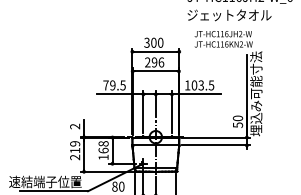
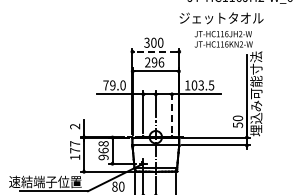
text at (229, 15) position: (229, 15) -> (221, 18)
line at (155, 51): solid -> dashed
text at (122, 85): 79.5 -> 79.0
line at (172, 112): solid -> dashed
text at (75, 150): 219 -> 177
text at (103, 157): 168 -> 968
